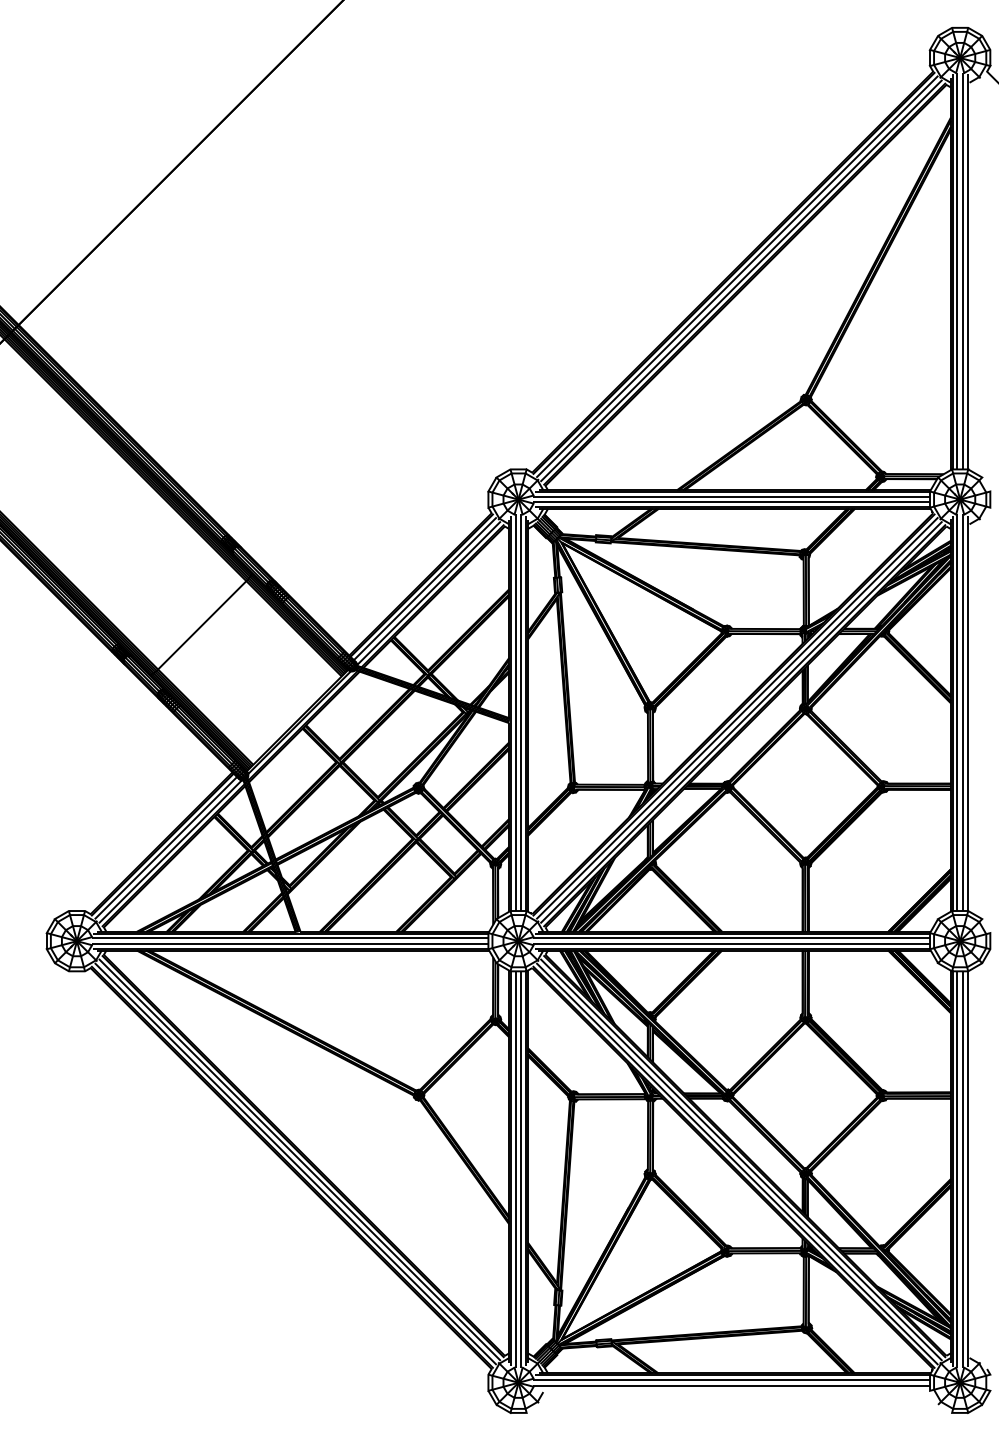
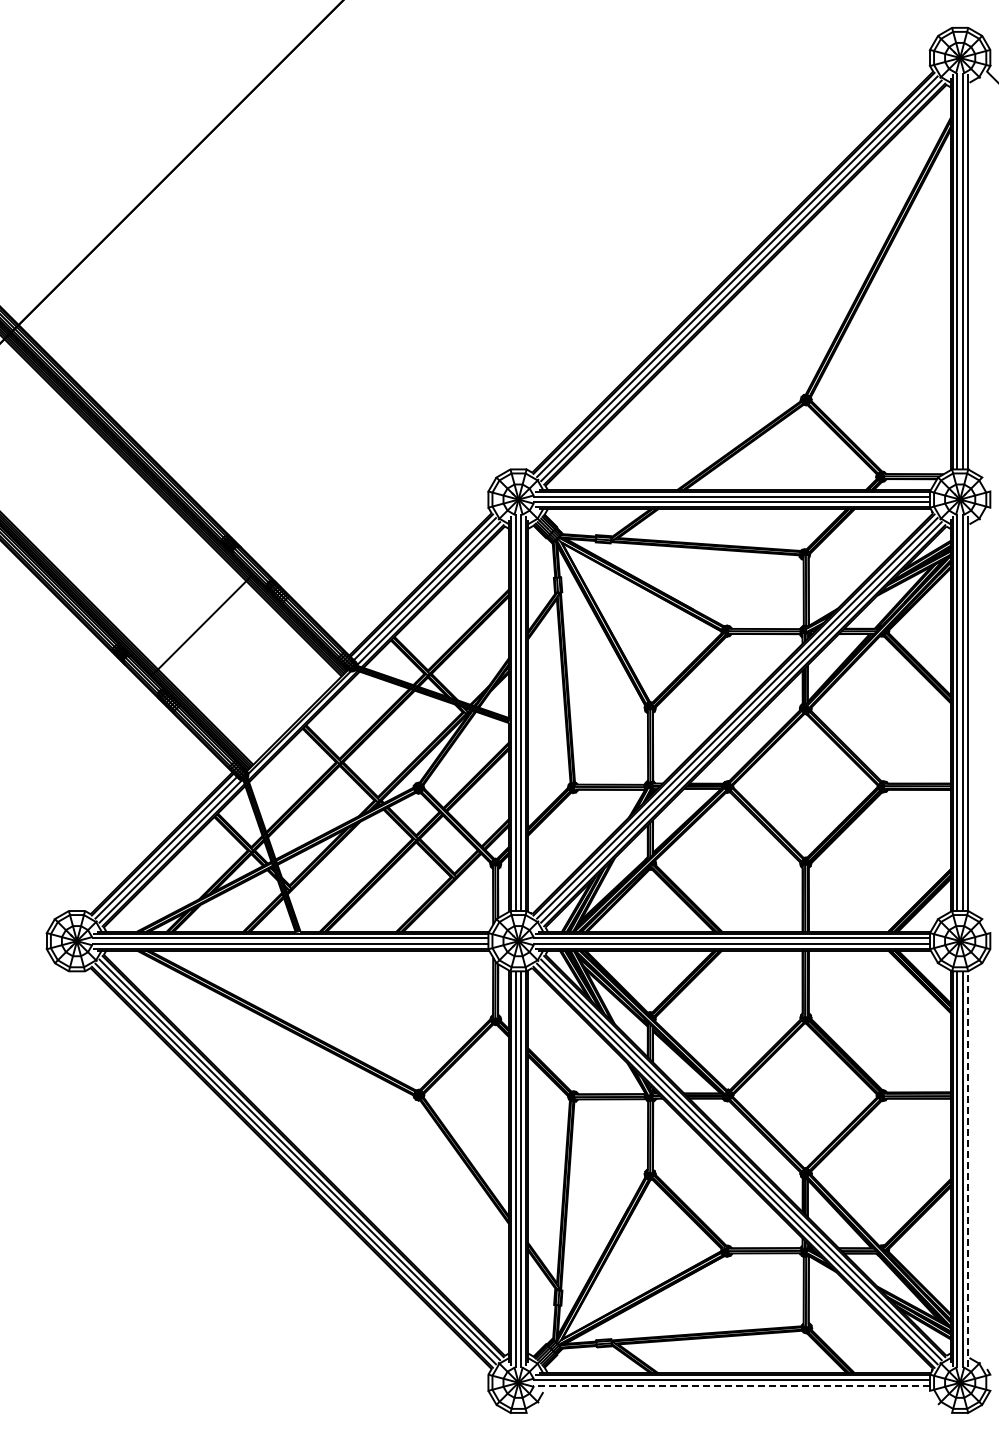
line at (967, 1168): solid -> dashed
line at (731, 1385): solid -> dashed
